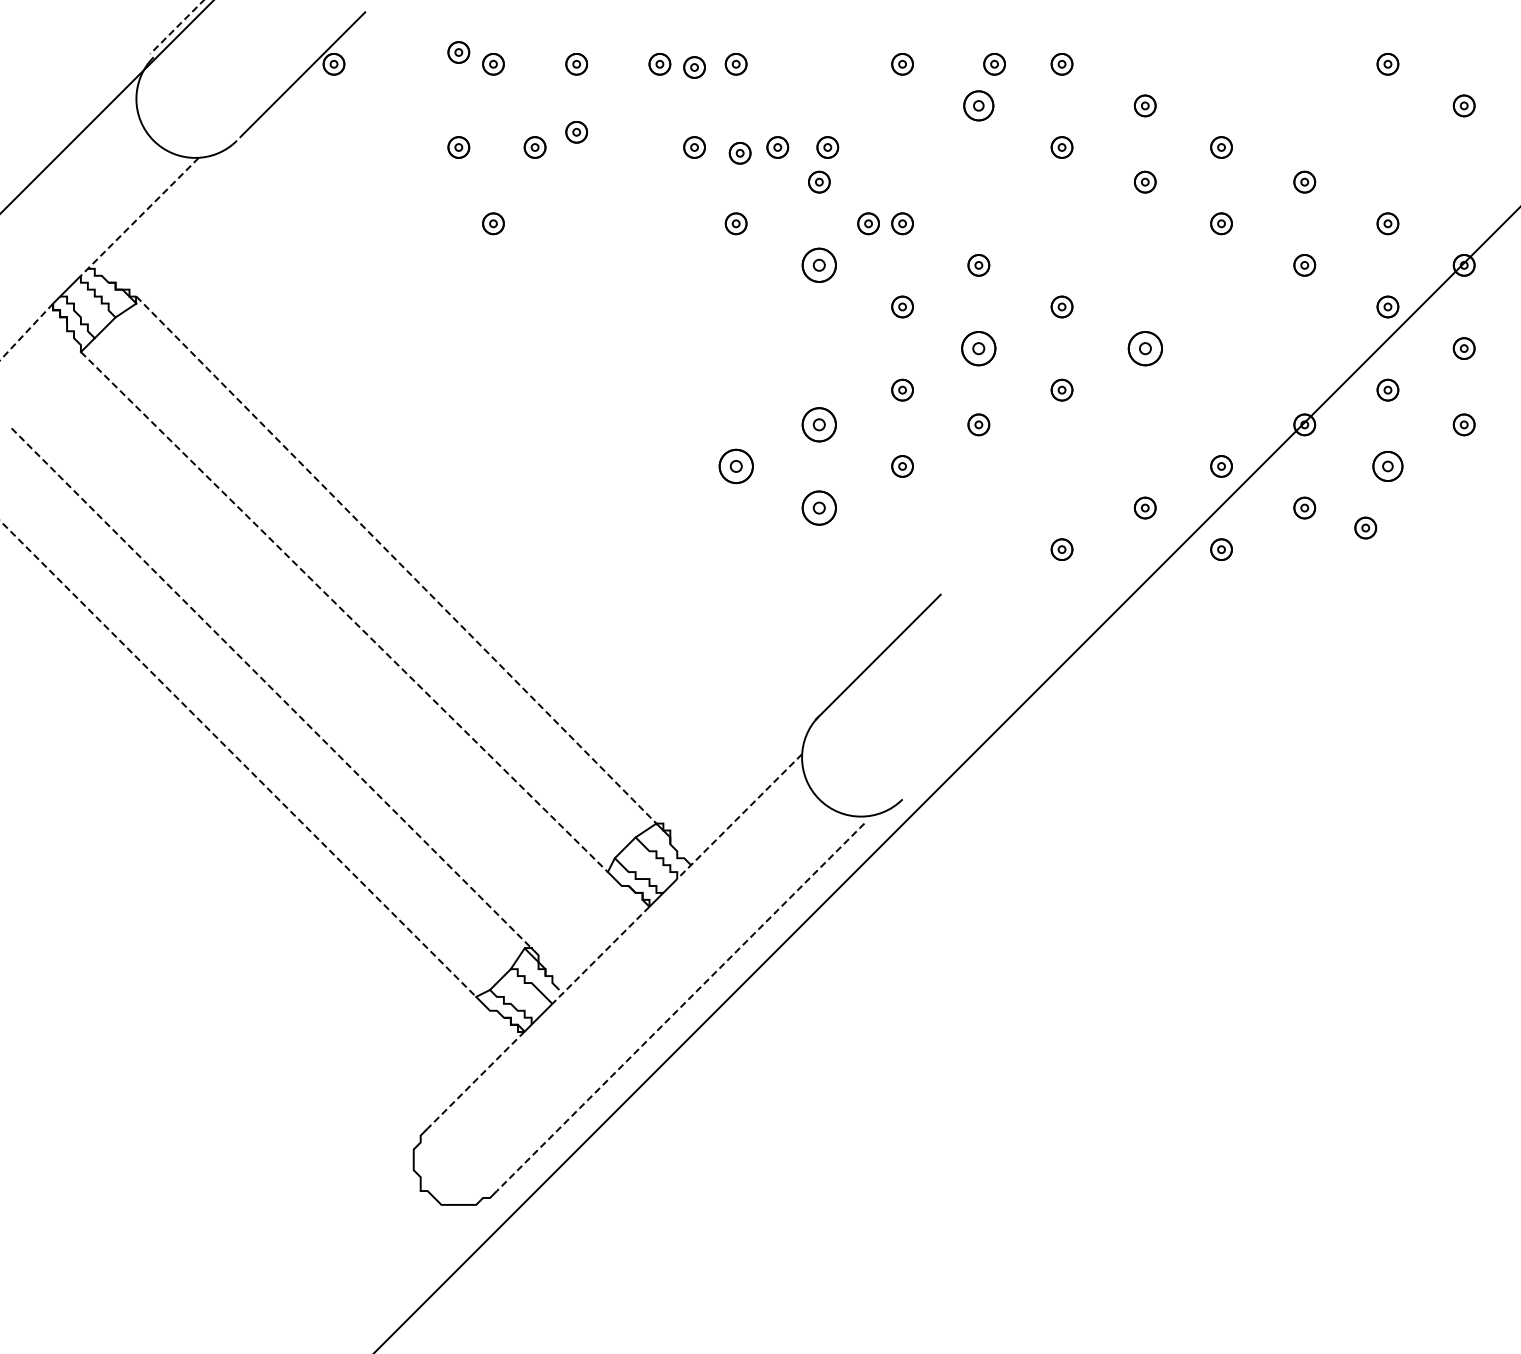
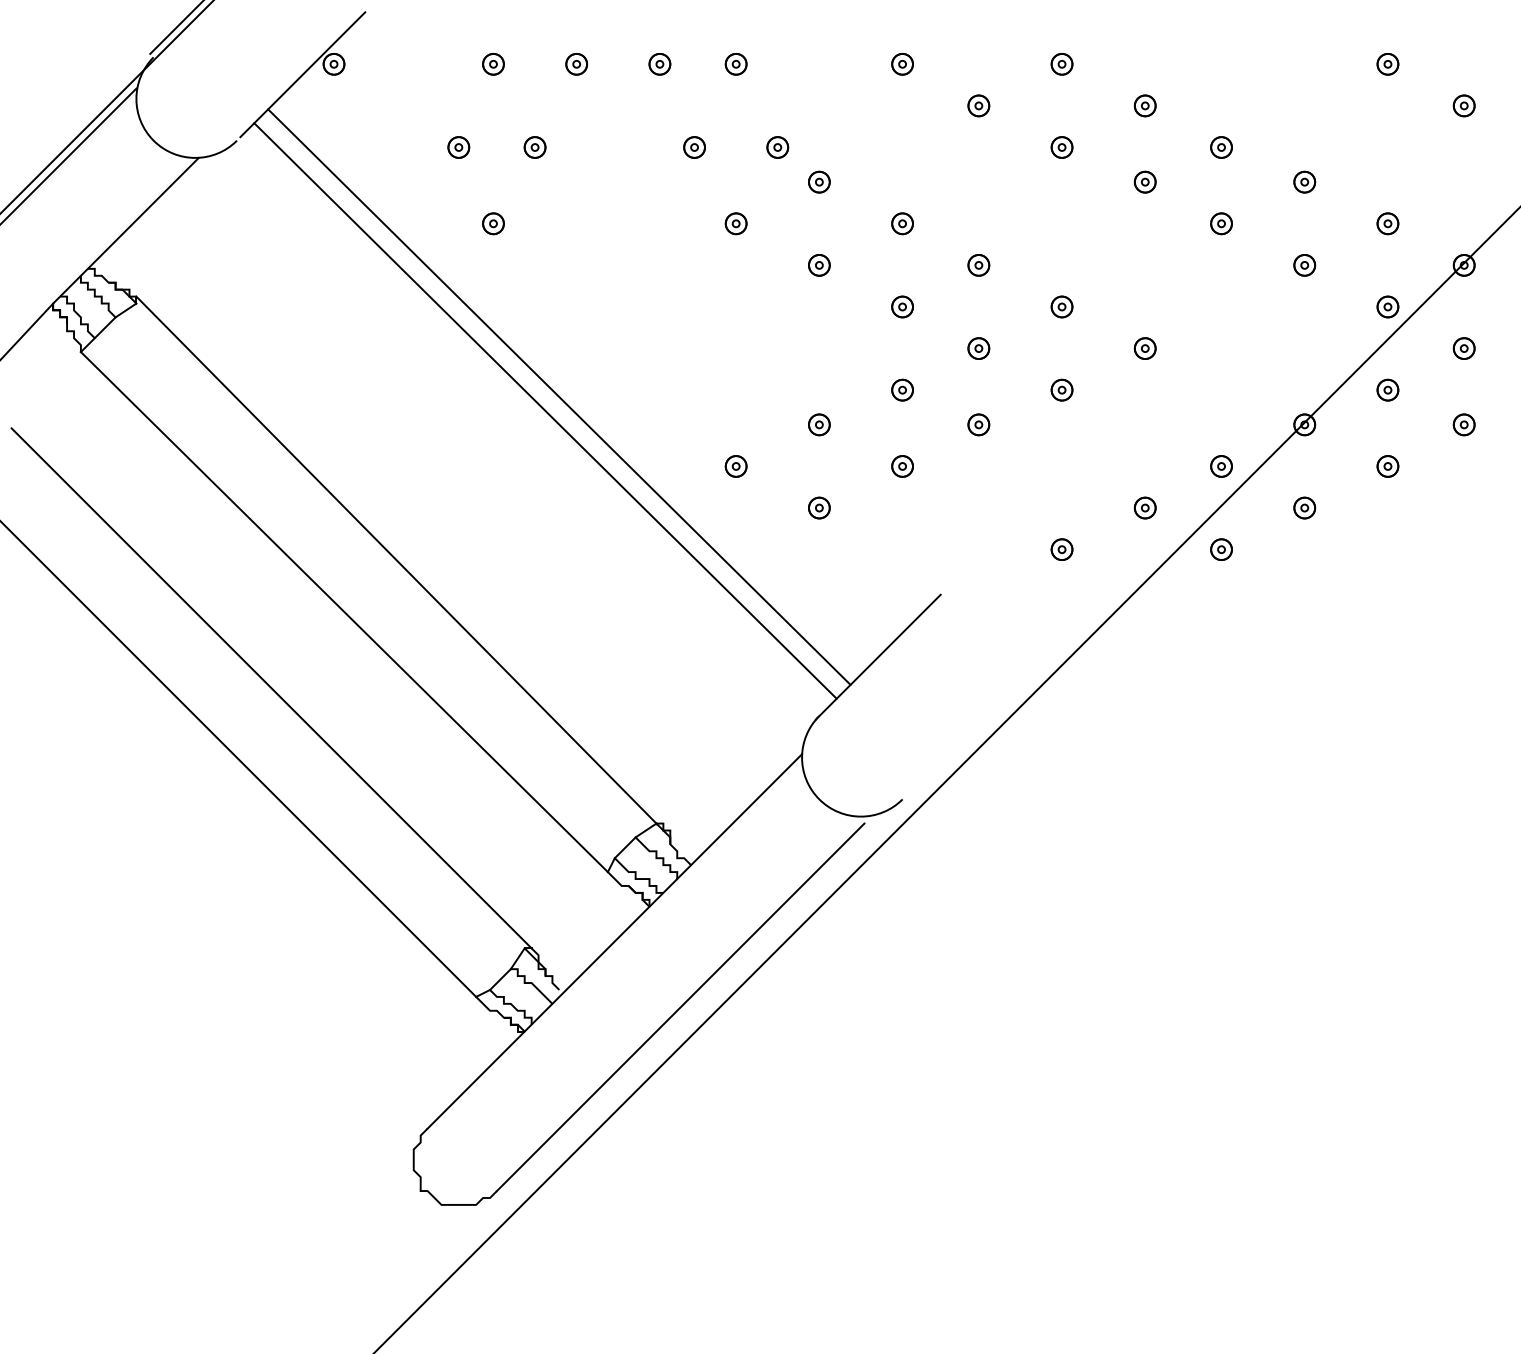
line at (177, 27): dashed -> solid
part at (458, 52): present -> none
part at (994, 64): present -> none
part at (694, 67): present -> none
part at (978, 105) size: 32x32 px -> 24x24 px
part at (576, 132): present -> none
part at (827, 147): present -> none
part at (739, 153): present -> none
line at (69, 155): none -> present
line at (139, 217): dashed -> solid
part at (868, 223): present -> none
part at (818, 264) size: 36x36 px -> 23x23 px
line at (26, 331): dashed -> solid
part at (978, 348) size: 36x36 px -> 24x23 px
part at (1144, 348) size: 36x36 px -> 24x23 px
line at (559, 396): none -> present
line at (545, 410): none -> present
part at (818, 424) size: 36x36 px -> 23x24 px
part at (735, 465) size: 36x36 px -> 24x23 px
part at (1387, 466) size: 32x31 px -> 24x23 px
part at (818, 507) size: 36x36 px -> 23x24 px
part at (1365, 527): present -> none
line at (396, 560): dashed -> solid
line at (344, 612): dashed -> solid
line at (271, 688): dashed -> solid
line at (238, 759): dashed -> solid
line at (739, 816): dashed -> solid
line at (600, 955): dashed -> solid
line at (680, 1007): dashed -> solid
line at (476, 1080): dashed -> solid
